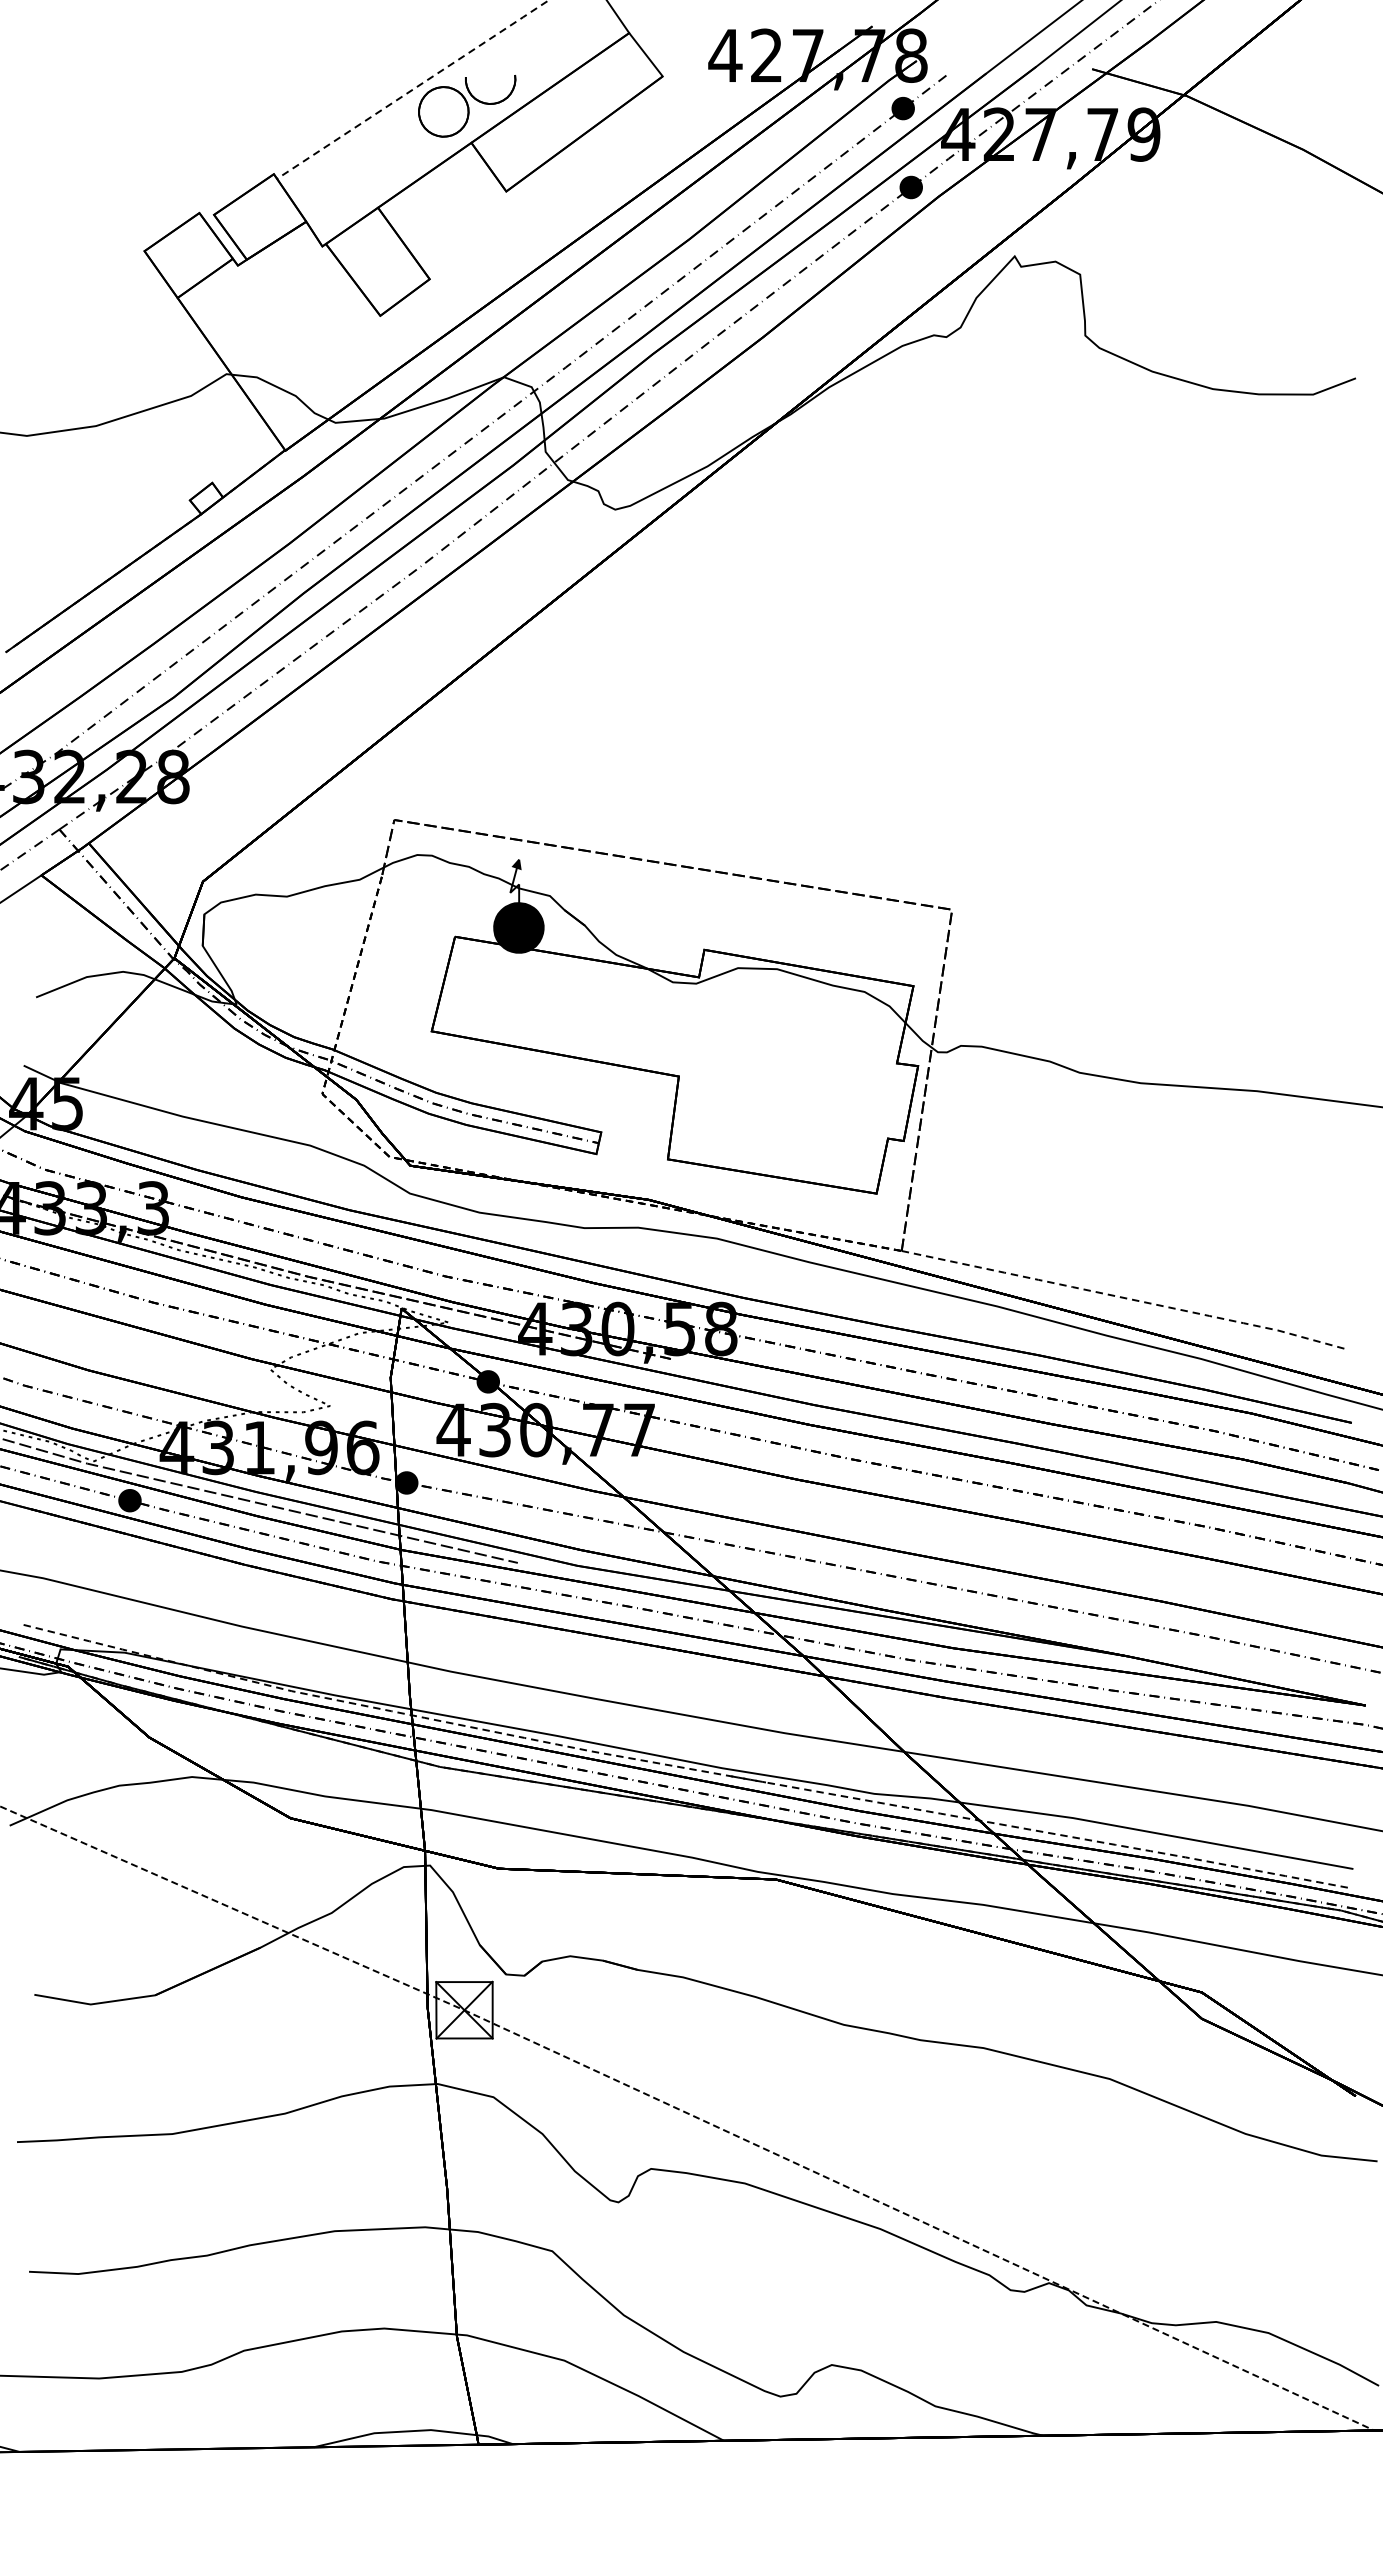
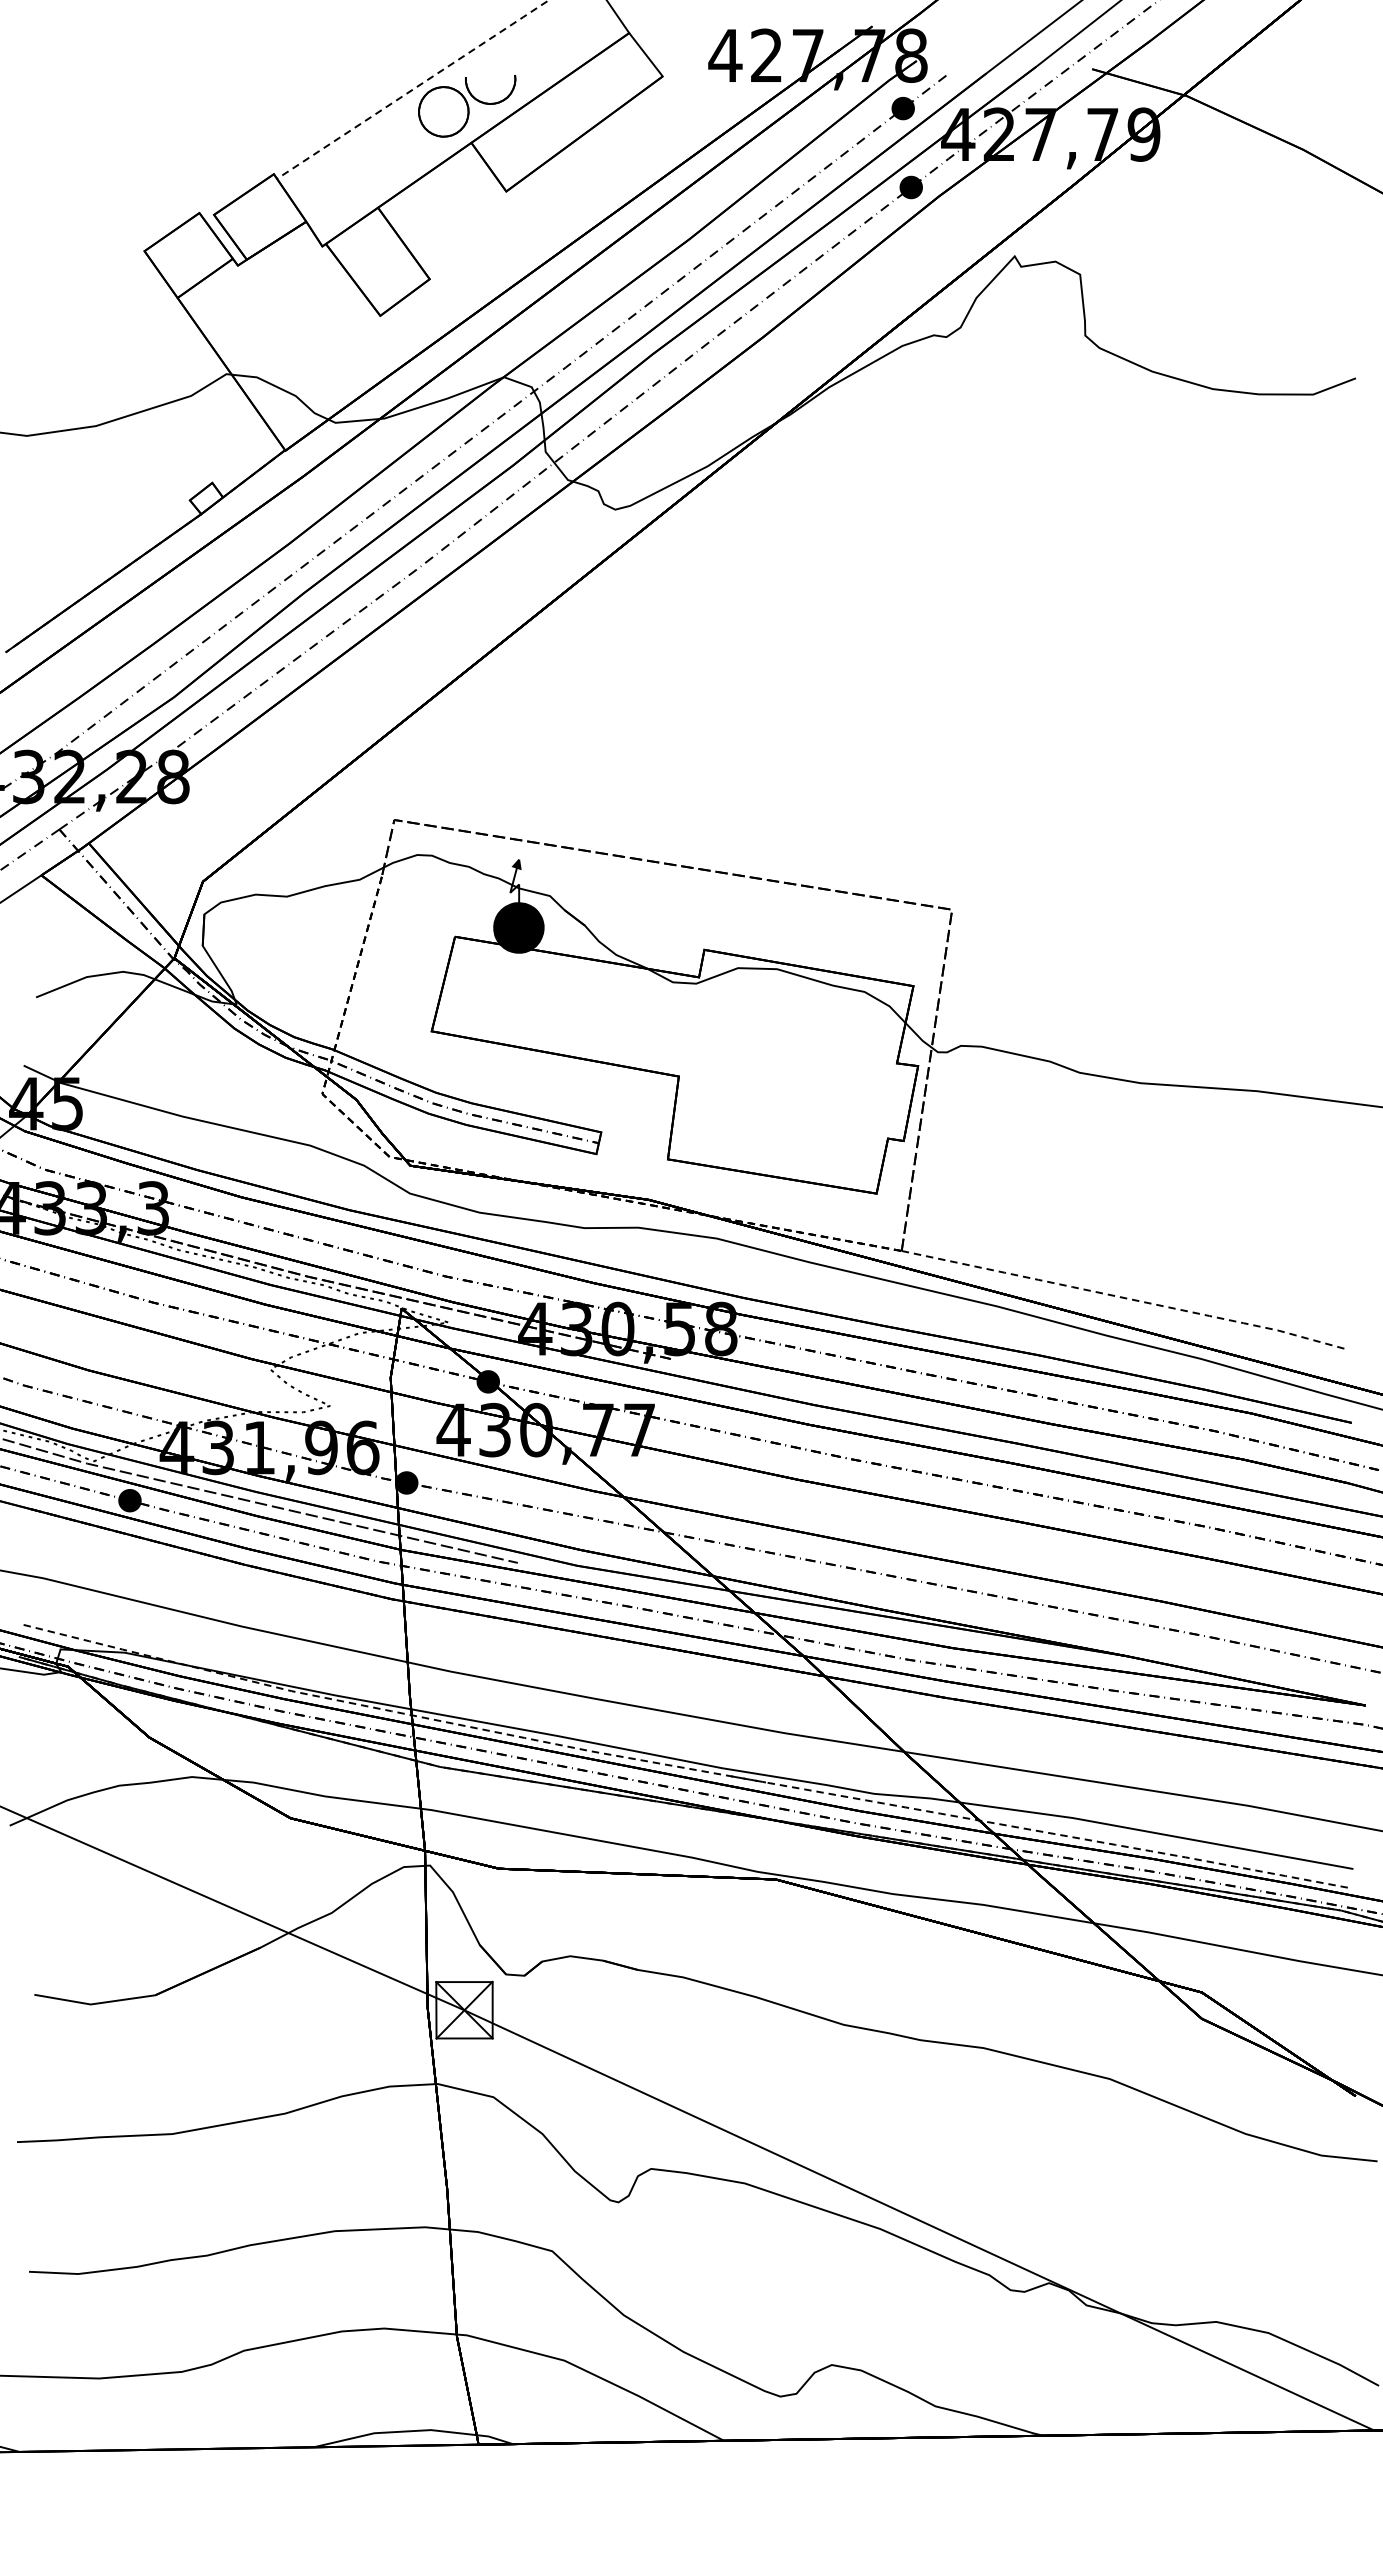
line at (689, 2114): dashed -> solid
